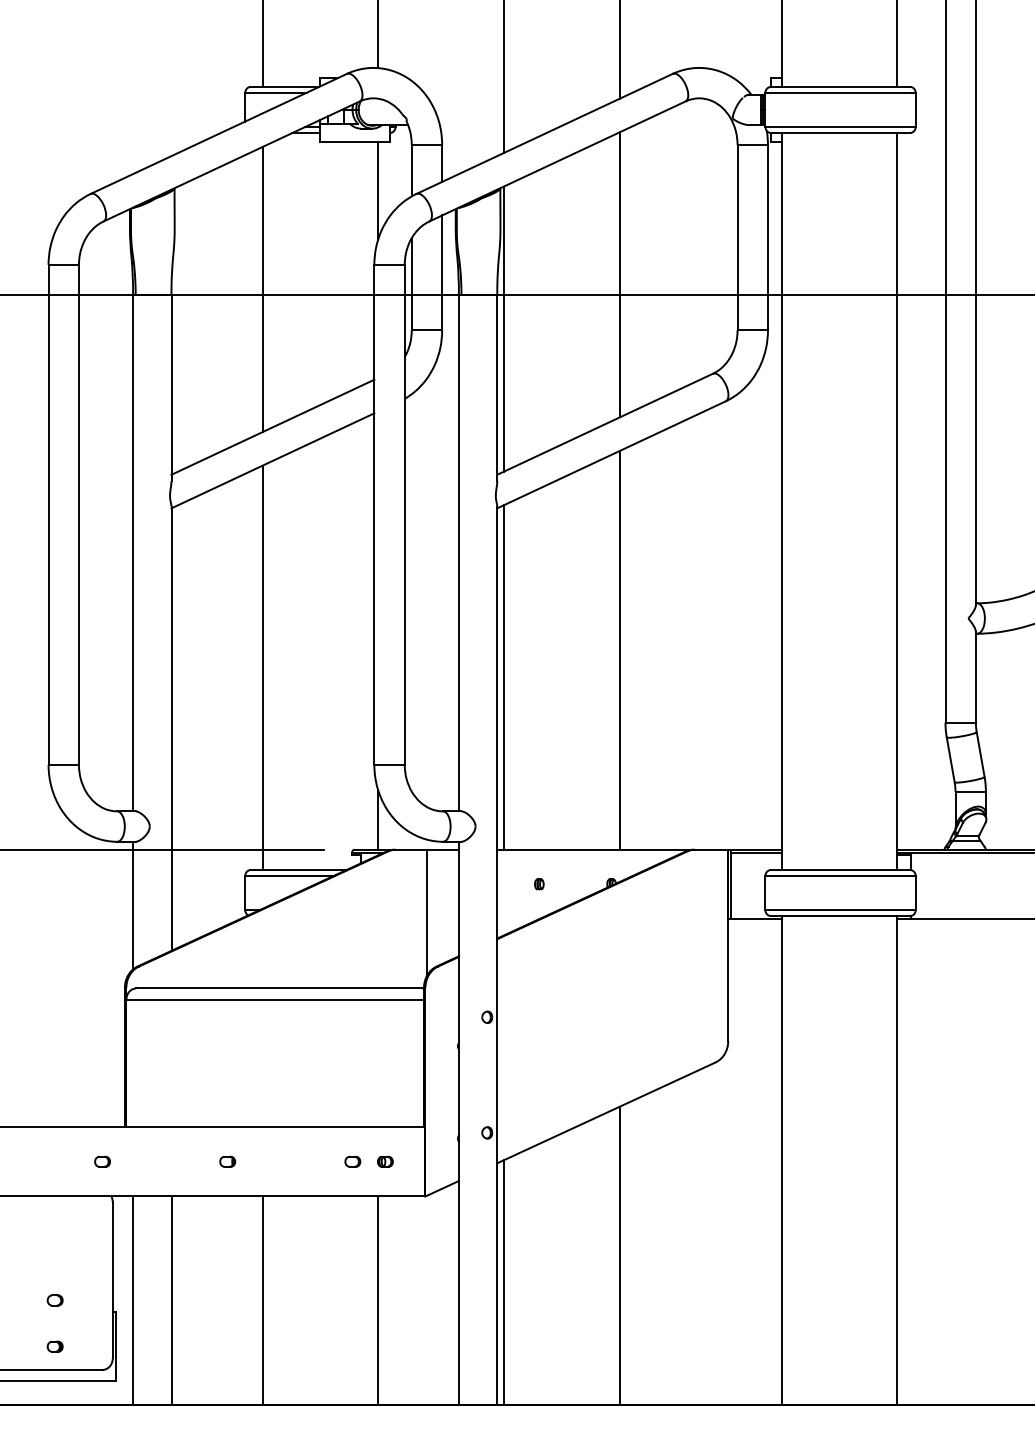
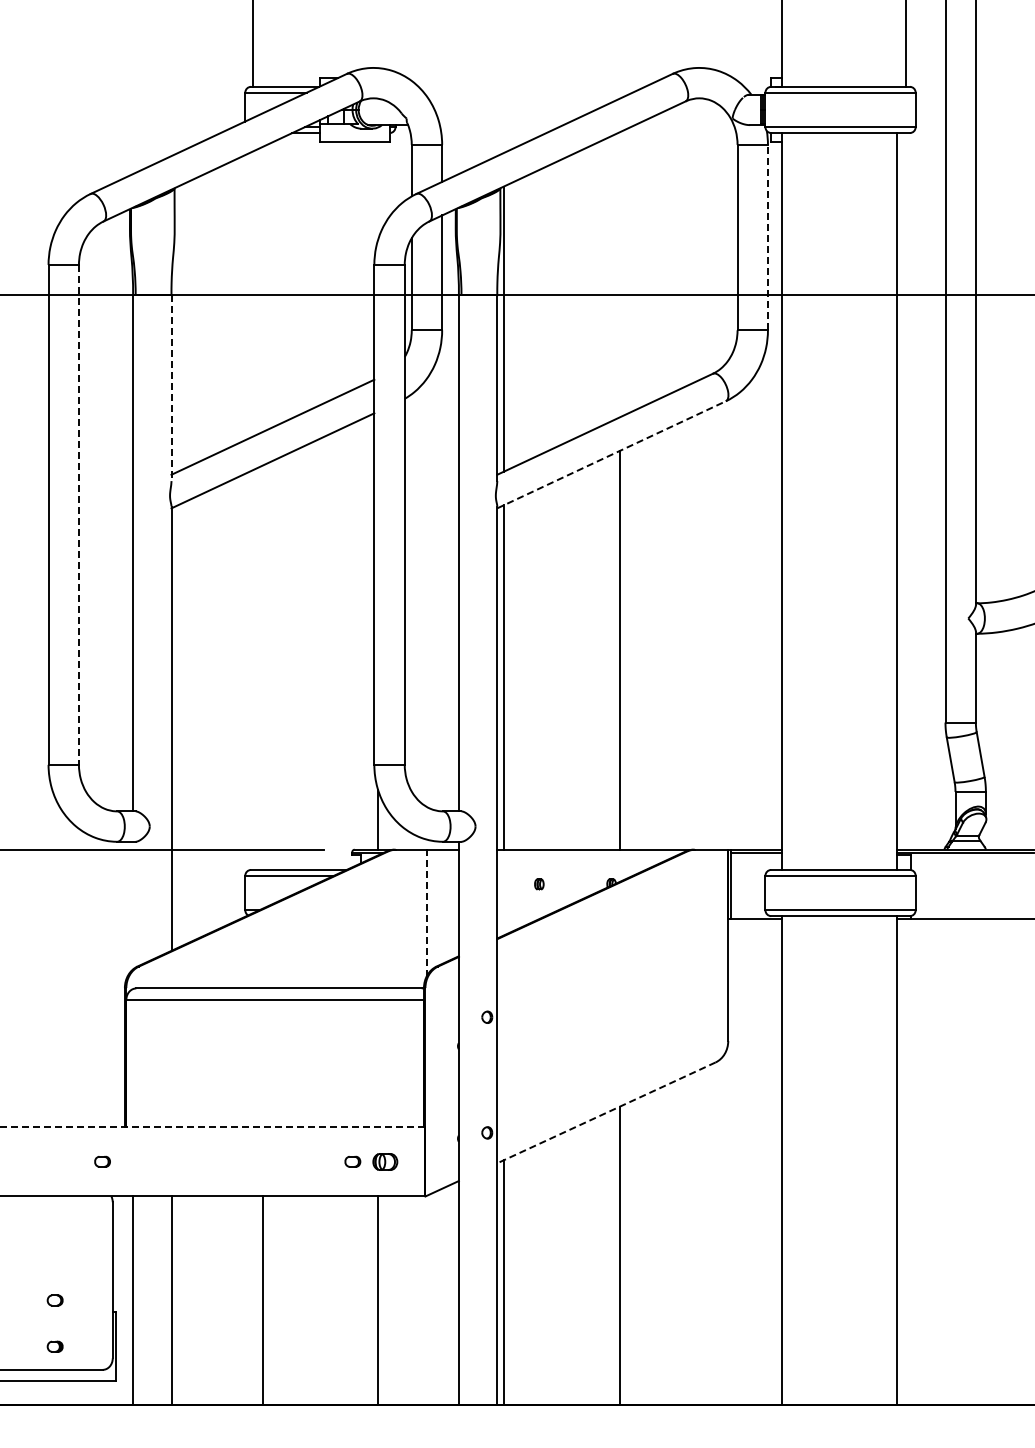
line at (378, 35): present -> none
line at (262, 44) position: (262, 44) -> (252, 44)
line at (897, 44) position: (897, 44) -> (906, 44)
line at (619, 50): present -> none
line at (504, 77): present -> none
line at (378, 190): present -> none
line at (767, 237): solid -> dashed
line at (619, 274): present -> none
line at (262, 289): present -> none
line at (171, 388): solid -> dashed
line at (612, 454): solid -> dashed
line at (78, 514): solid -> dashed
line at (262, 667): present -> none
line at (133, 905): present -> none
line at (426, 912): solid -> dashed
line at (606, 1113): solid -> dashed
line at (212, 1127): solid -> dashed
part at (227, 1161): present -> none
part at (385, 1161) size: 17x13 px -> 27x18 px
